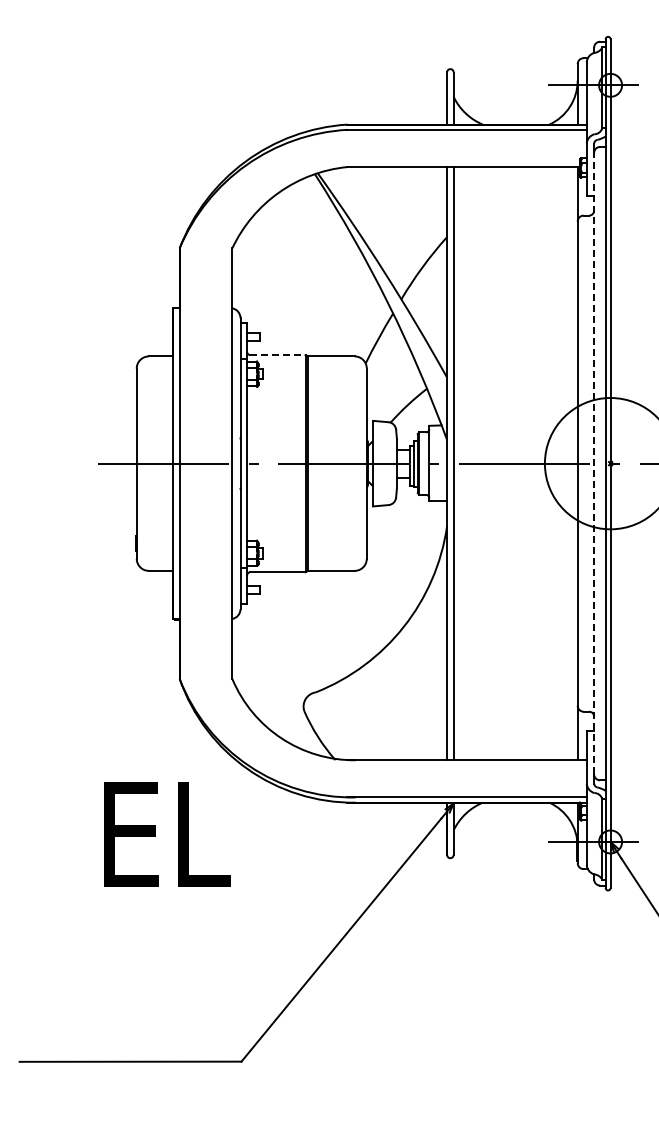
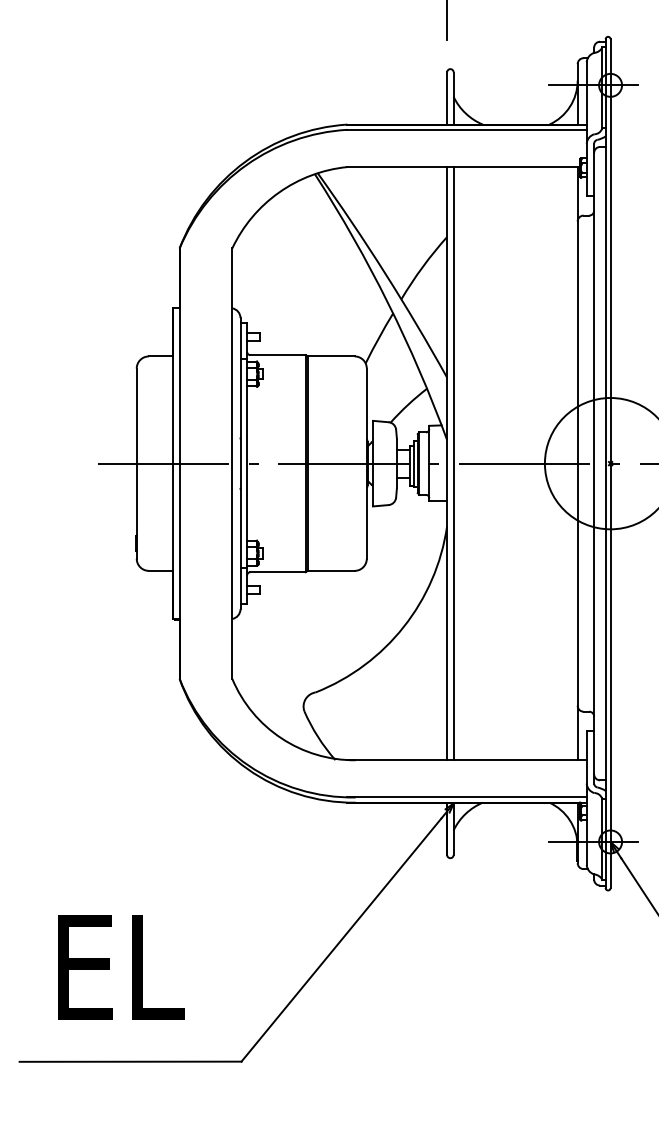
line at (447, 20): none -> present
line at (277, 355): dashed -> solid
line at (594, 463): dashed -> solid
text at (167, 834) position: (167, 834) -> (121, 967)
